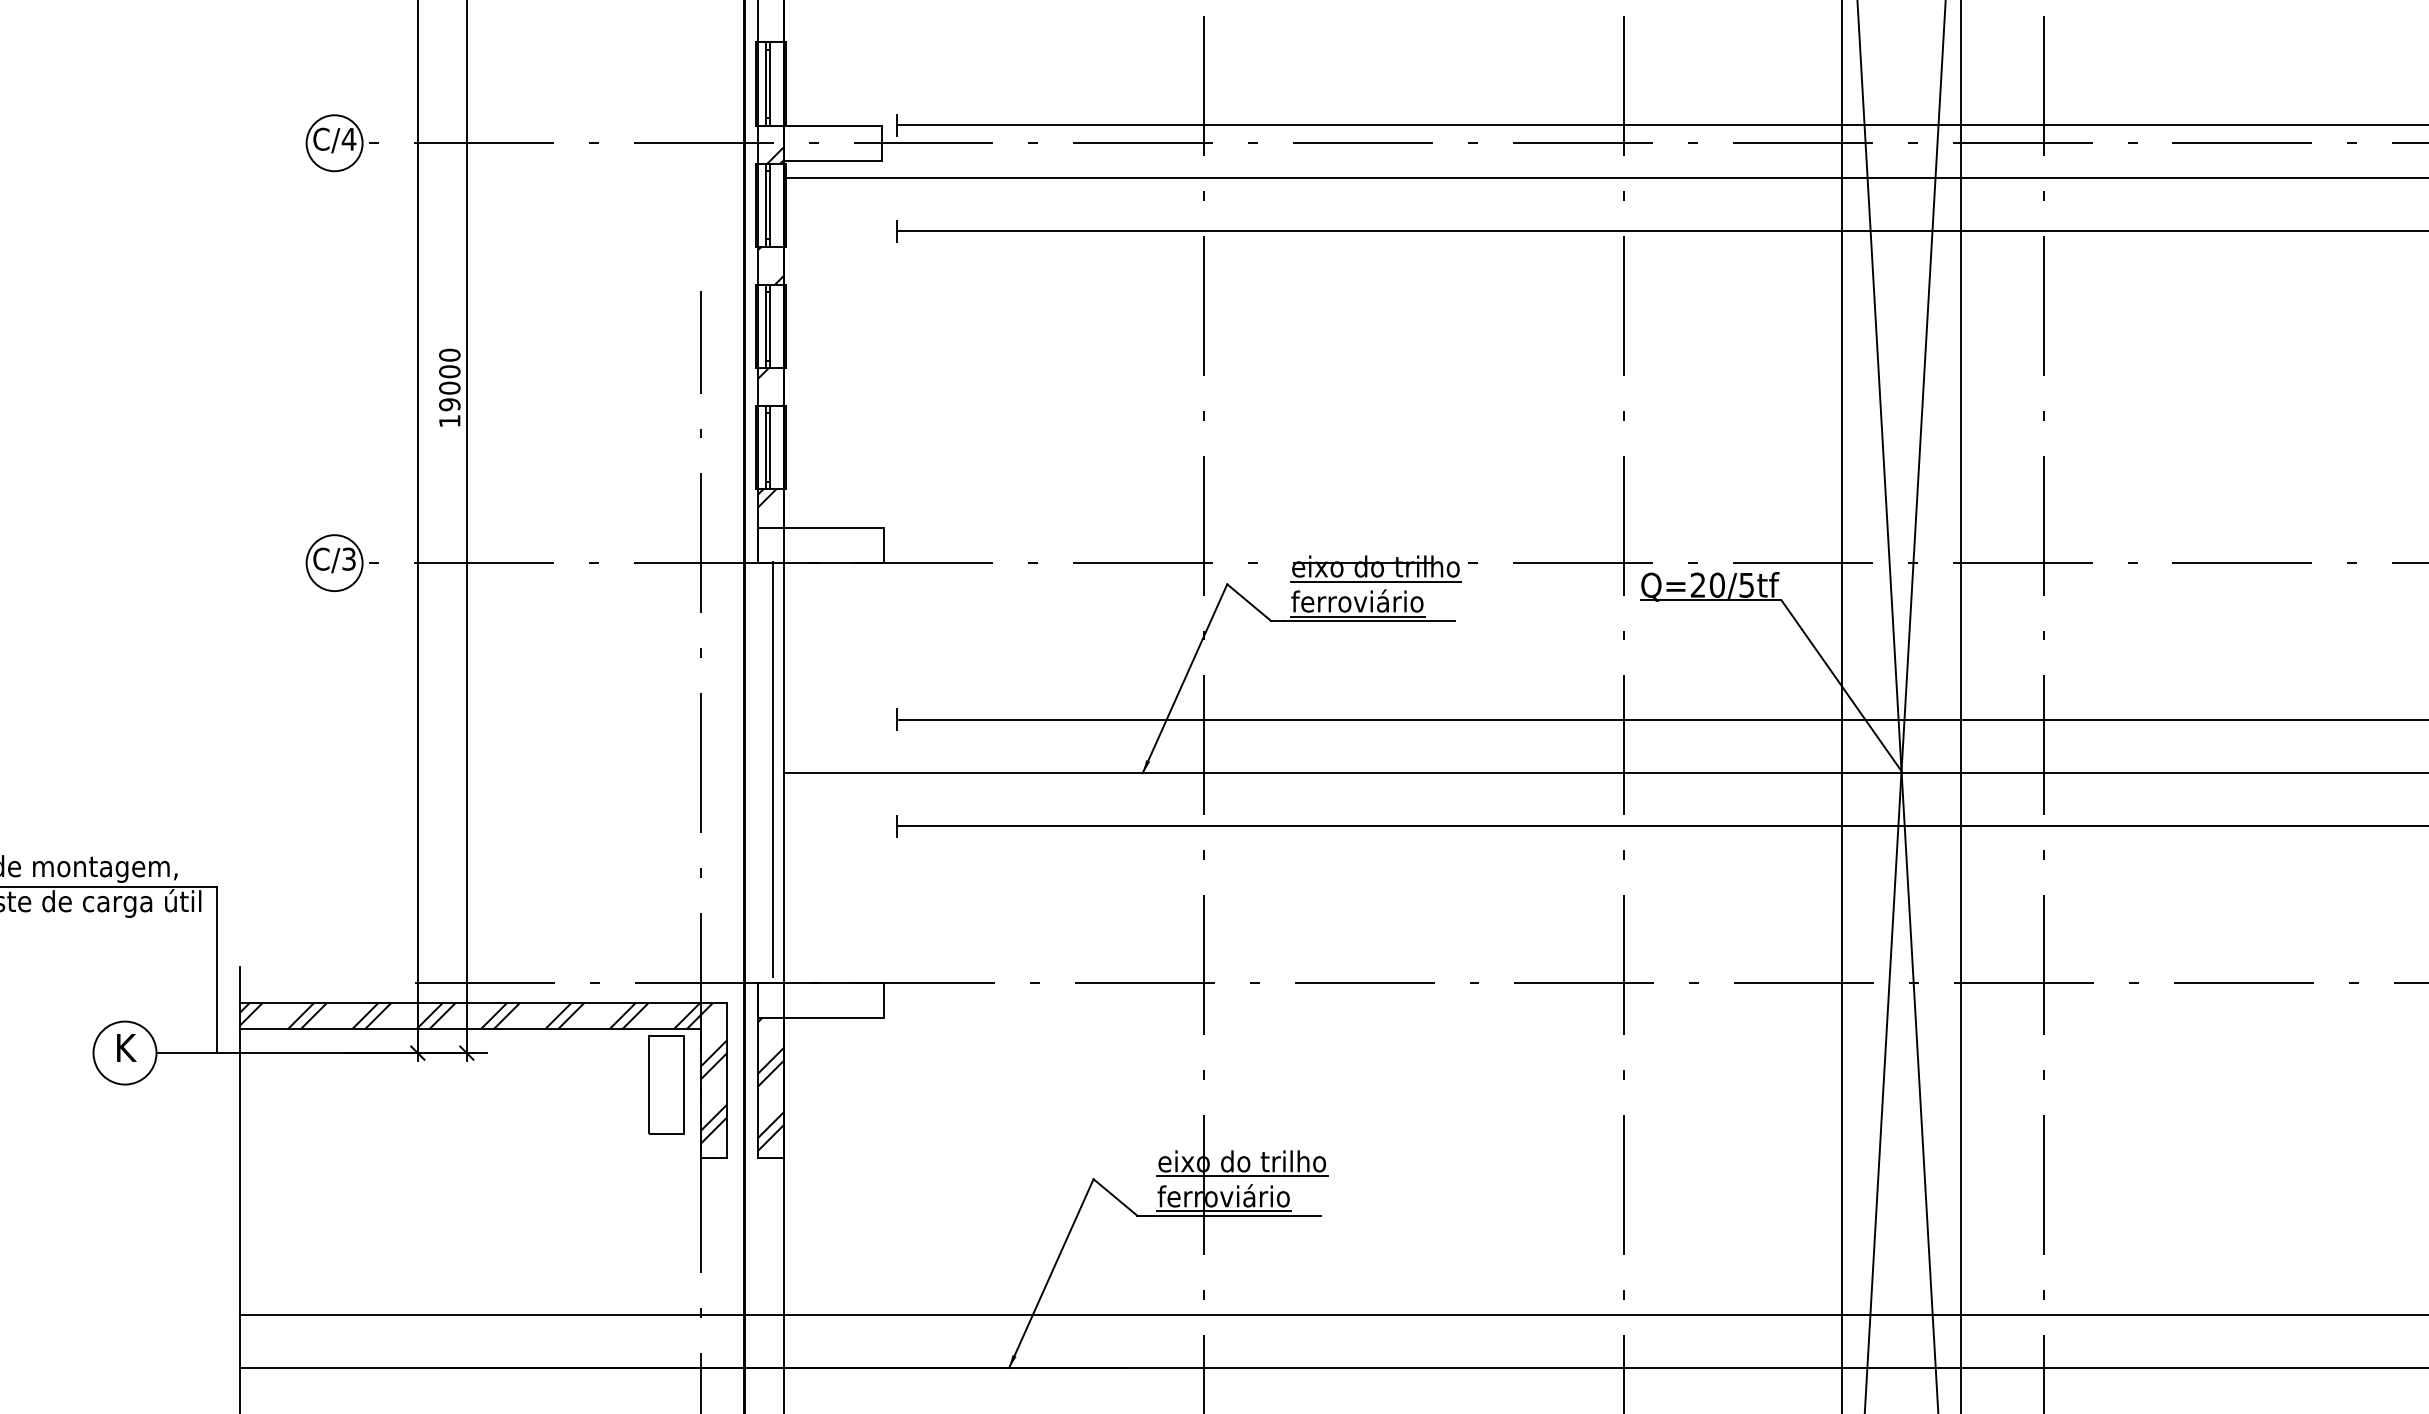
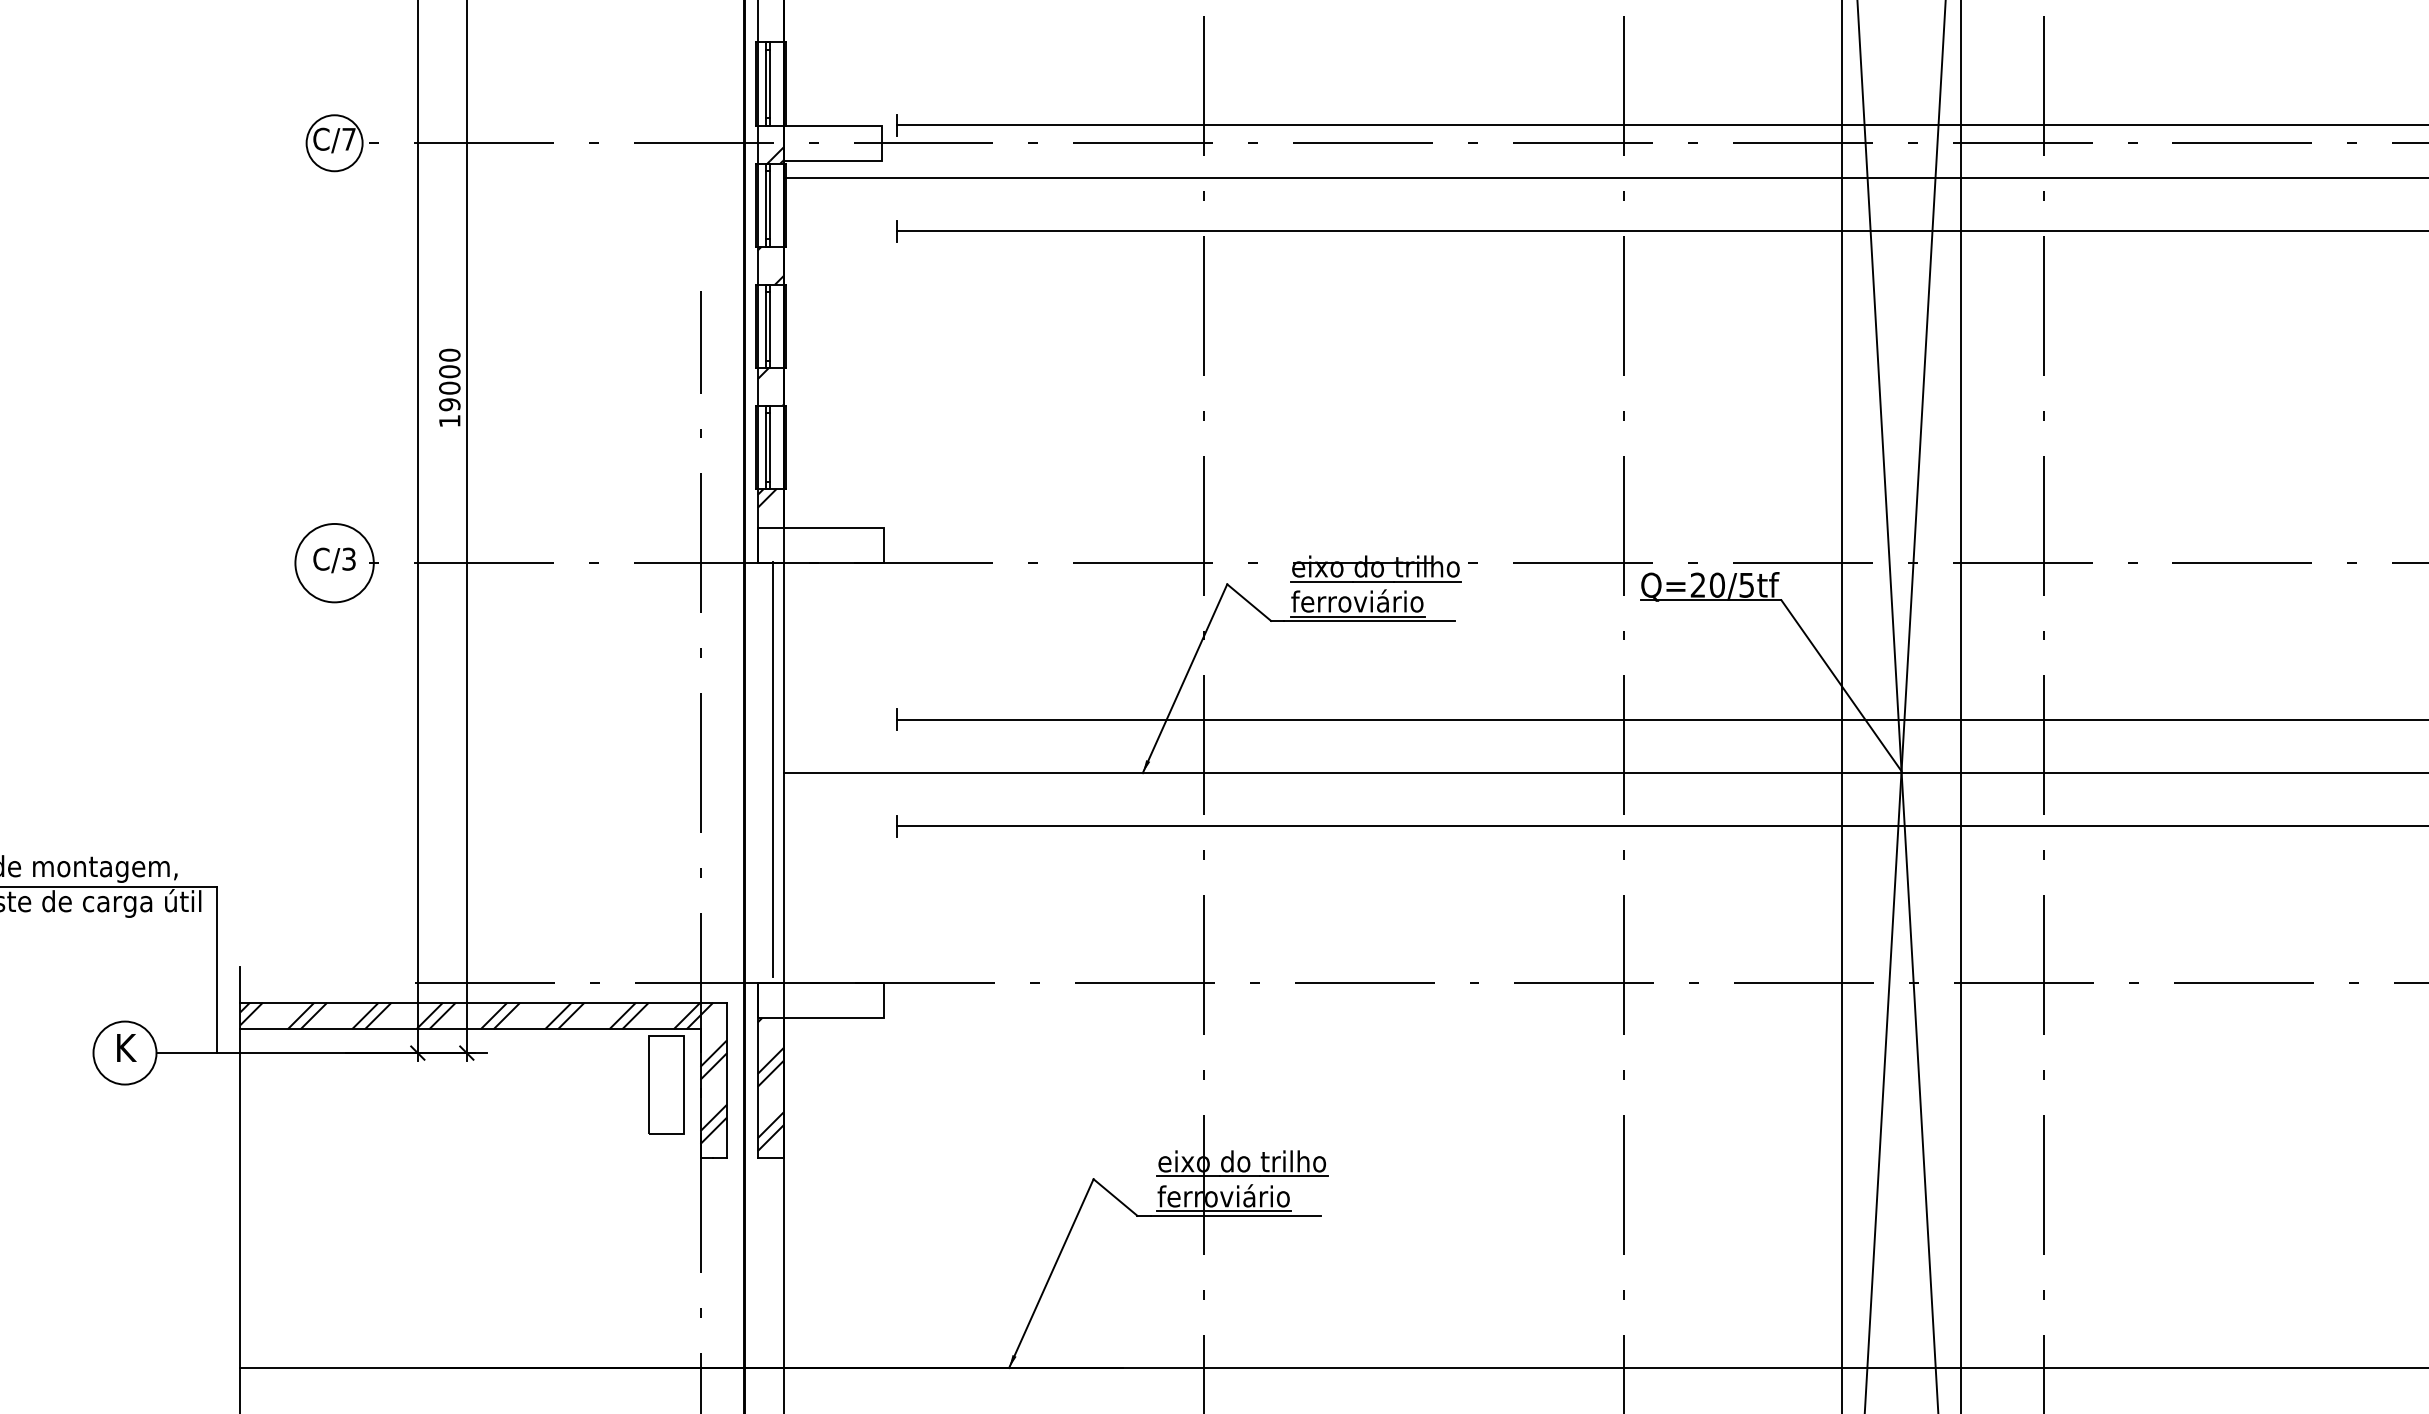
text at (348, 139): C/4 -> C/7
circle at (334, 563) diameter: 56 px -> 78 px
line at (1332, 1314): present -> none
